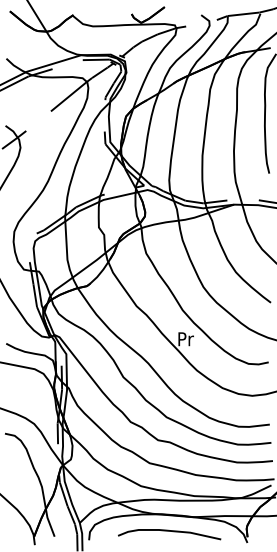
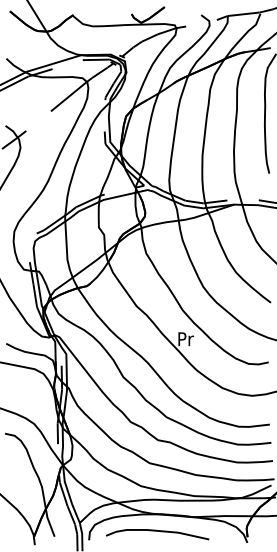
curve at (169, 531) position: (169, 531) -> (157, 531)
